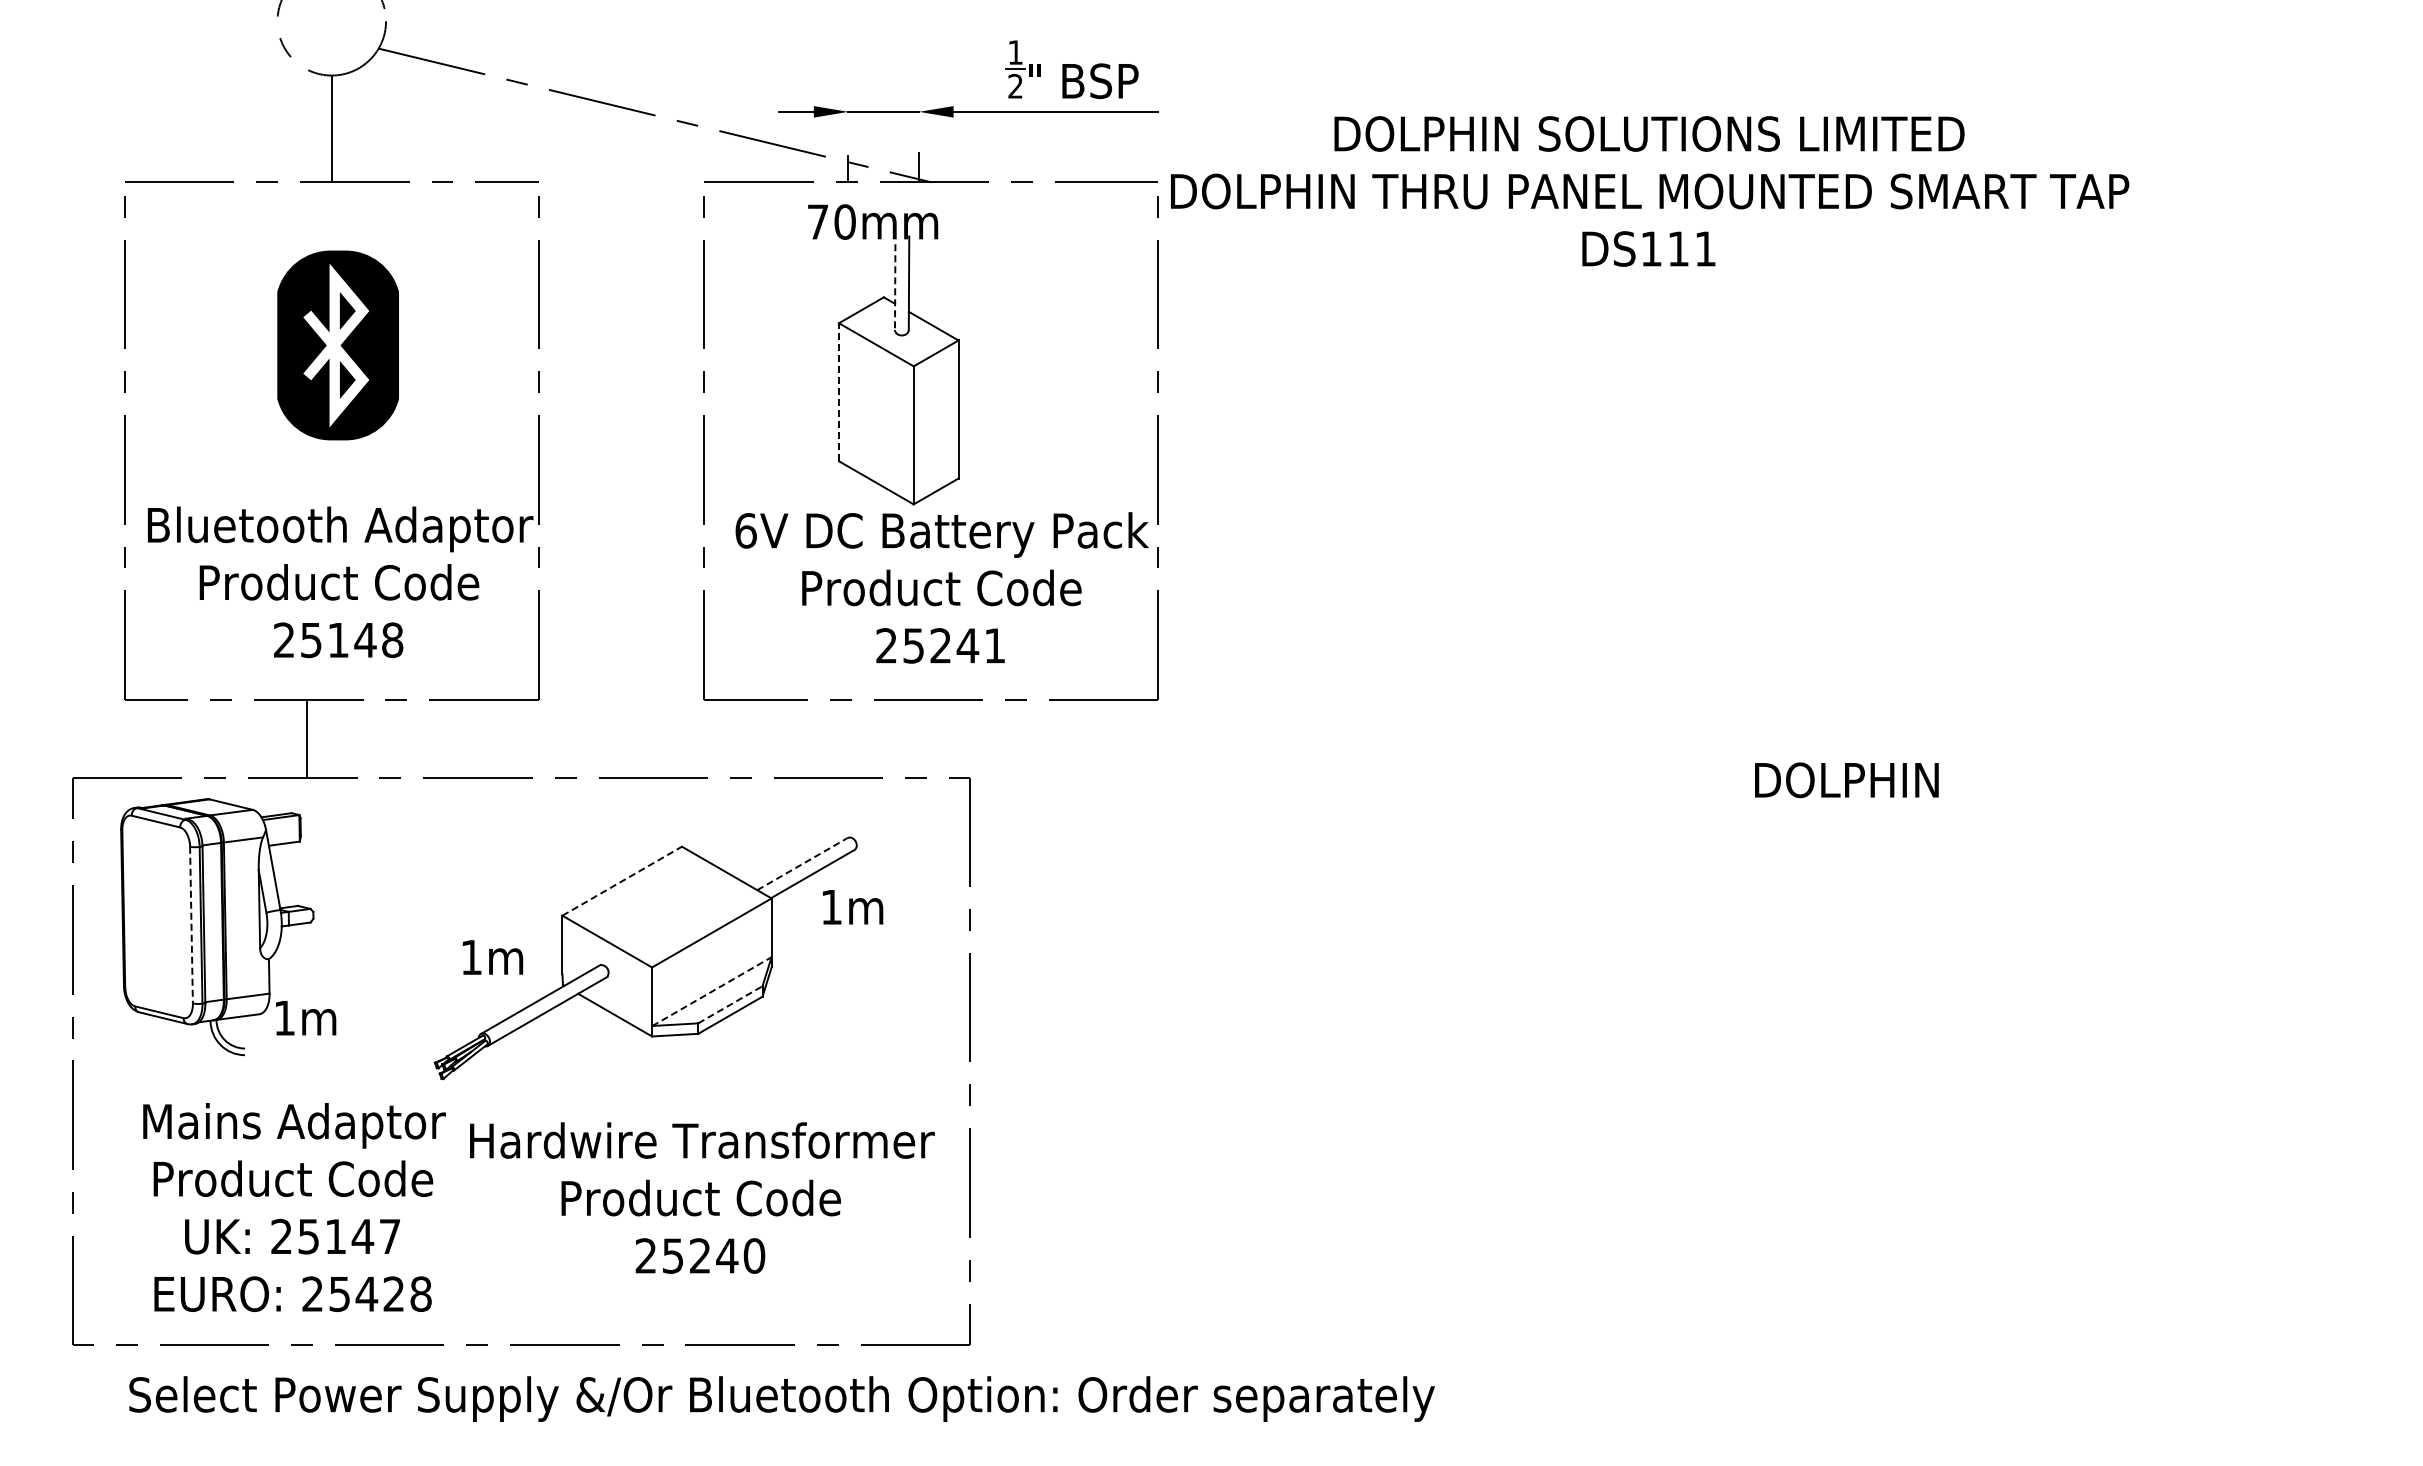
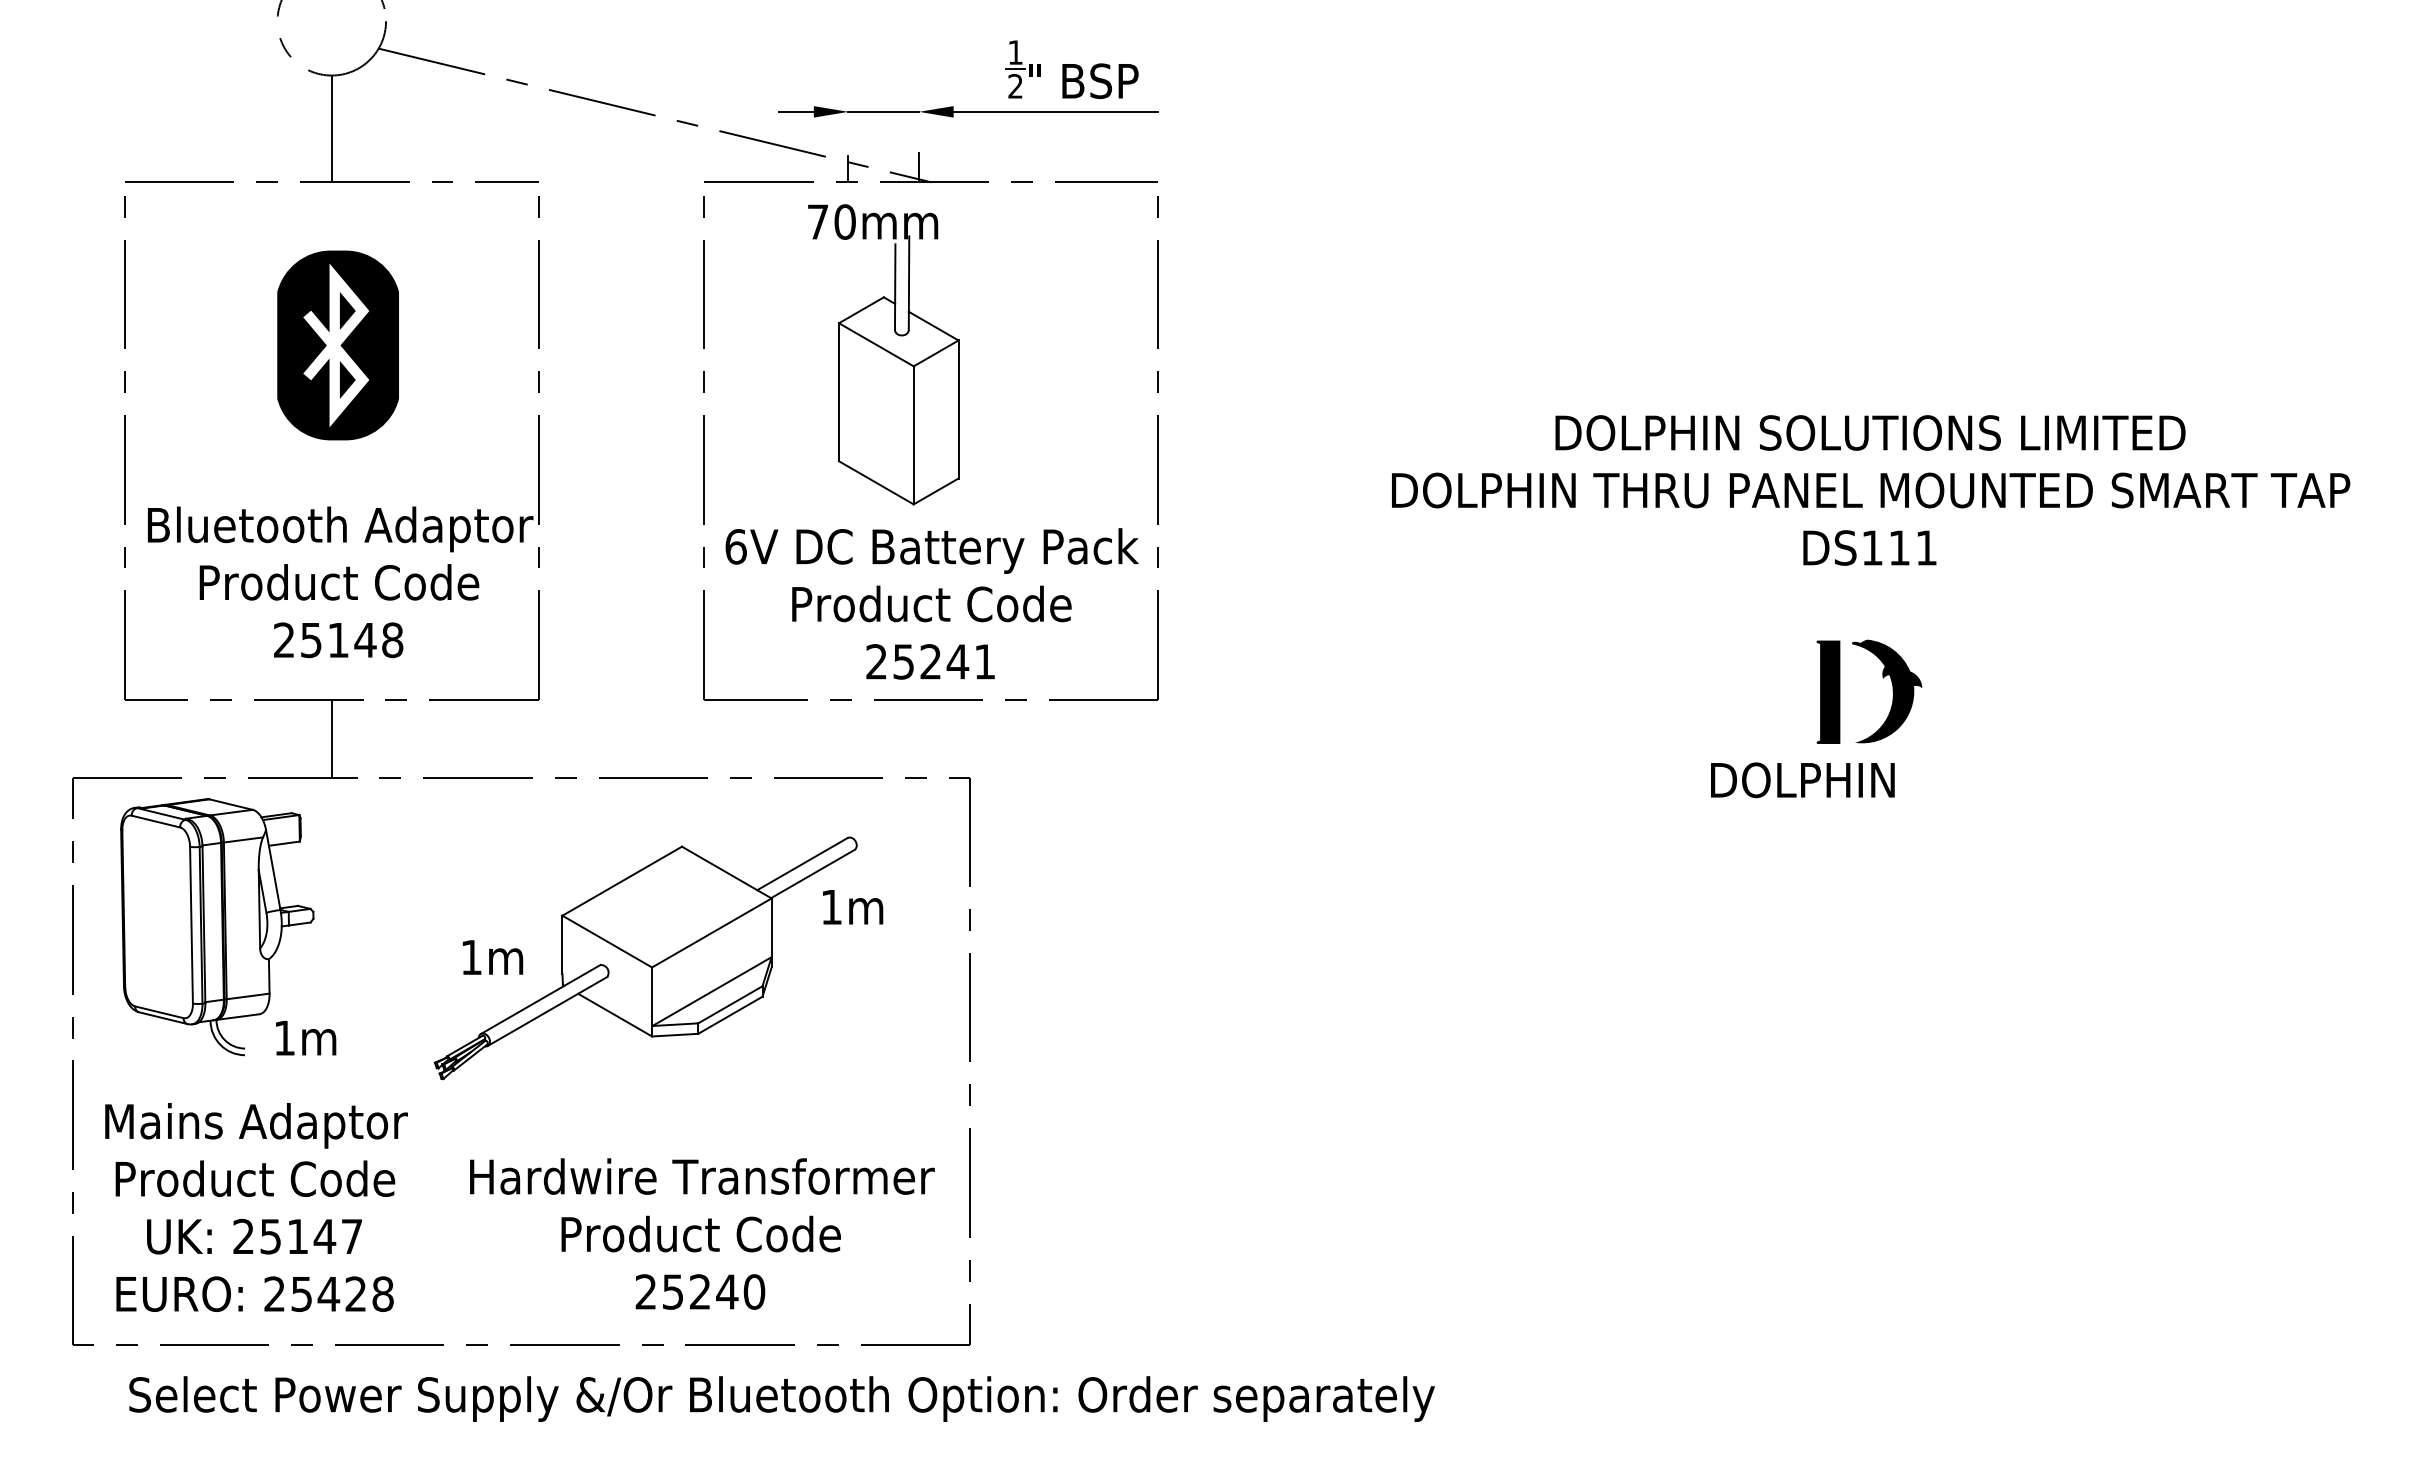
text at (1650, 191) position: (1650, 191) -> (1871, 490)
line at (895, 287): dashed -> solid
line at (839, 391): dashed -> solid
text at (941, 587) position: (941, 587) -> (931, 603)
part at (1828, 691): none -> present
fill at (1886, 691): none -> present
line at (306, 738) position: (306, 738) -> (331, 738)
text at (1846, 780) position: (1846, 780) -> (1802, 780)
line at (802, 863): dashed -> solid
line at (622, 880): dashed -> solid
line at (191, 925): dashed -> solid
line at (711, 991): dashed -> solid
line at (730, 1004): dashed -> solid
text at (306, 1018) position: (306, 1018) -> (306, 1038)
text at (702, 1197) position: (702, 1197) -> (702, 1233)
text at (294, 1207) position: (294, 1207) -> (256, 1207)
